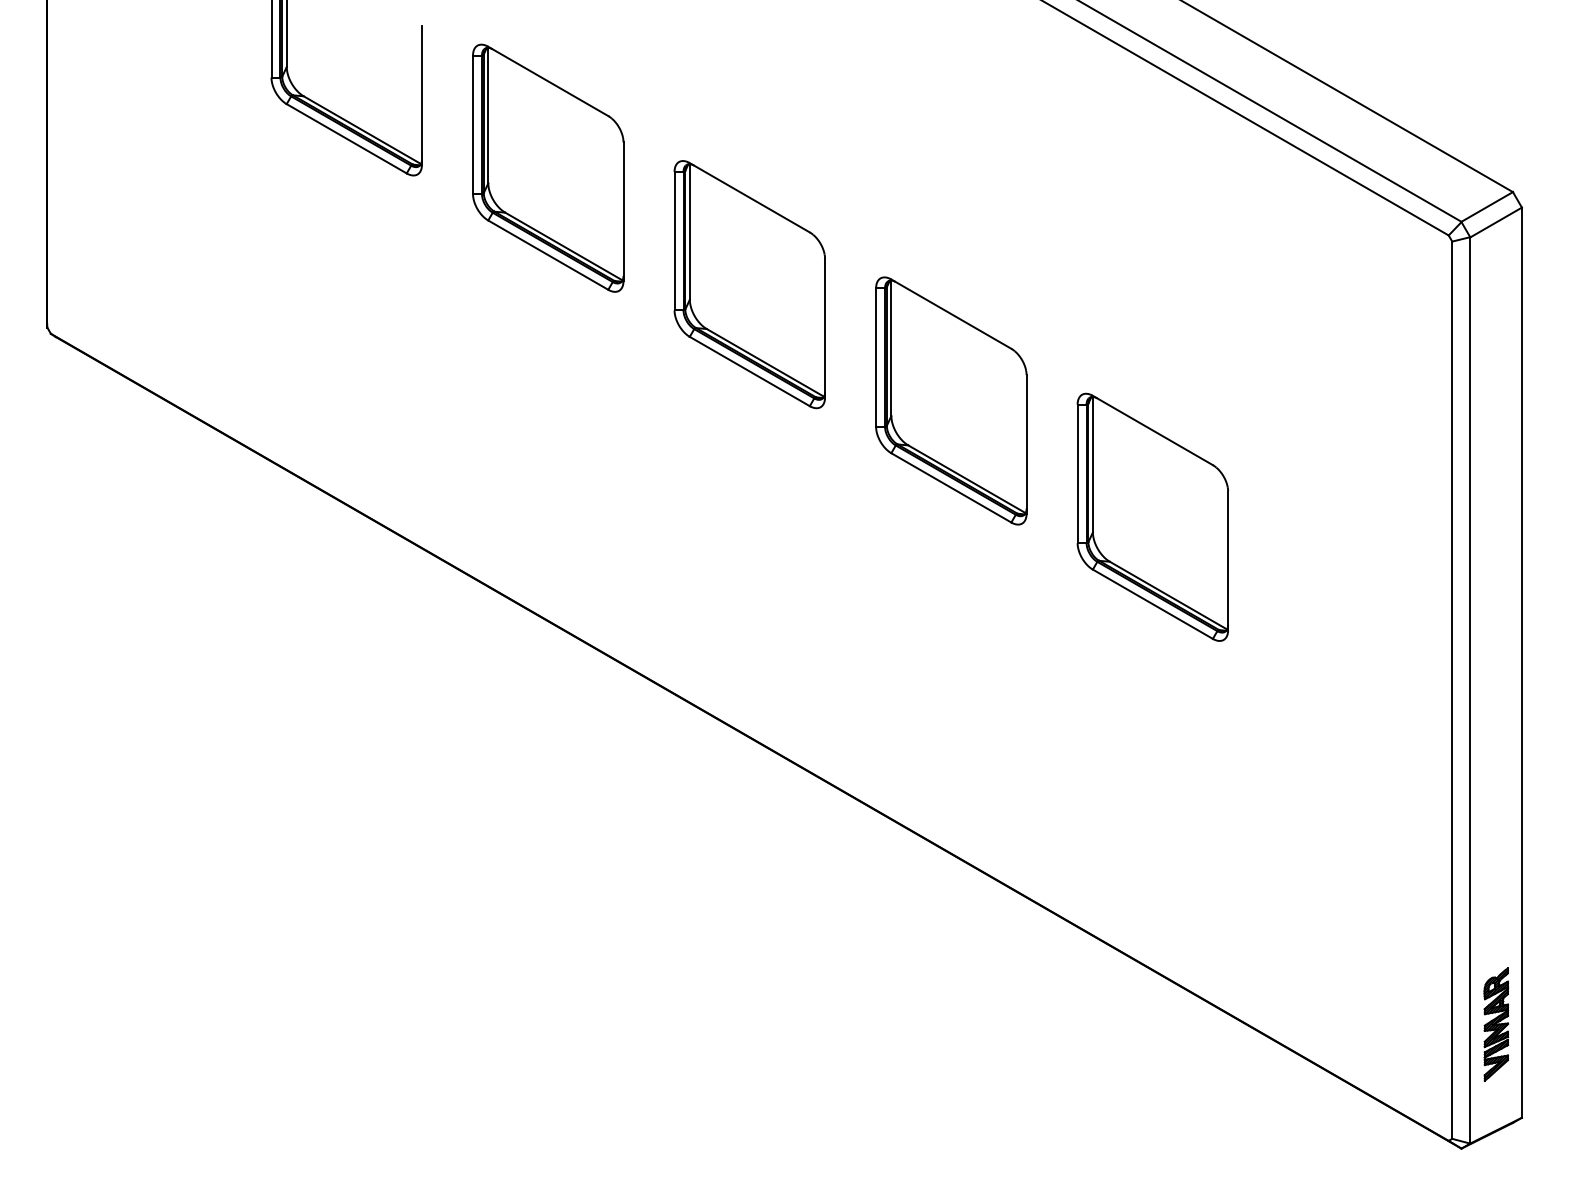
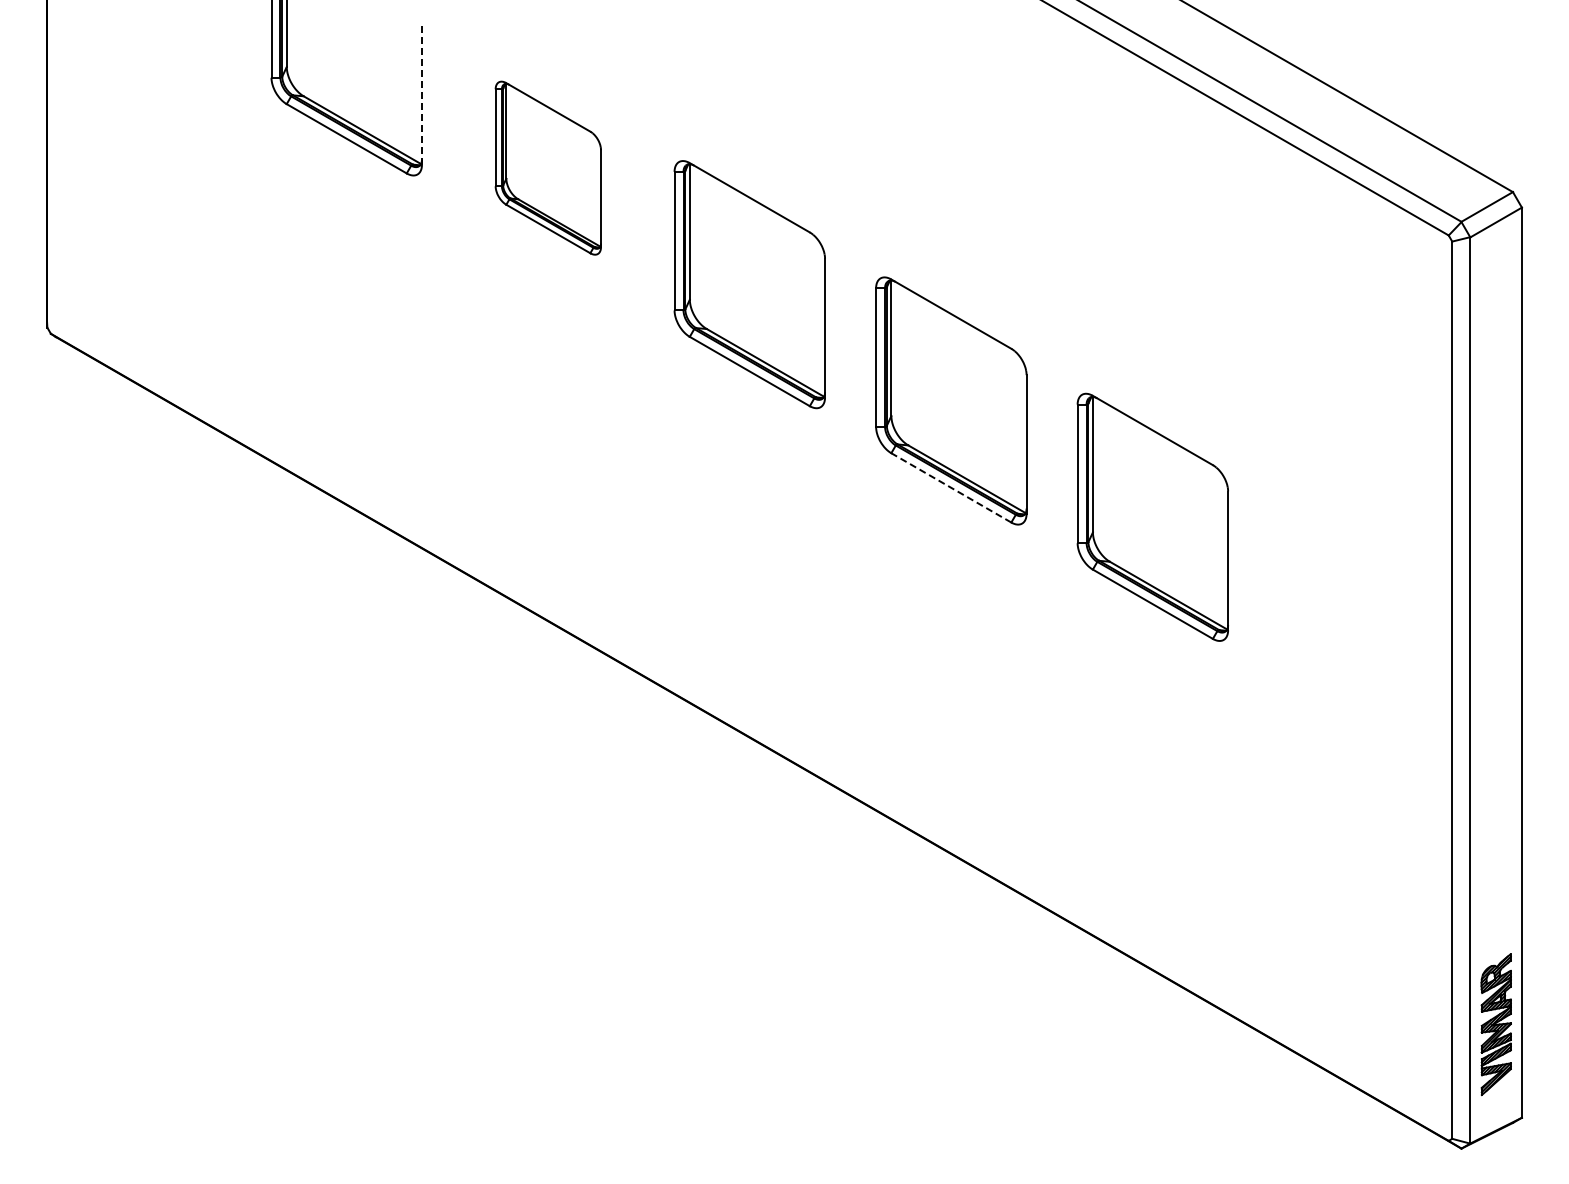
line at (421, 95): solid -> dashed
part at (548, 167) size: 153x250 px -> 108x176 px
line at (950, 487): solid -> dashed
part at (1496, 1024) size: 27x115 px -> 32x144 px
